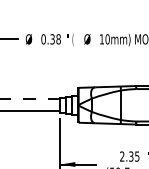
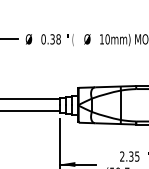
line at (30, 99): dashed -> solid
